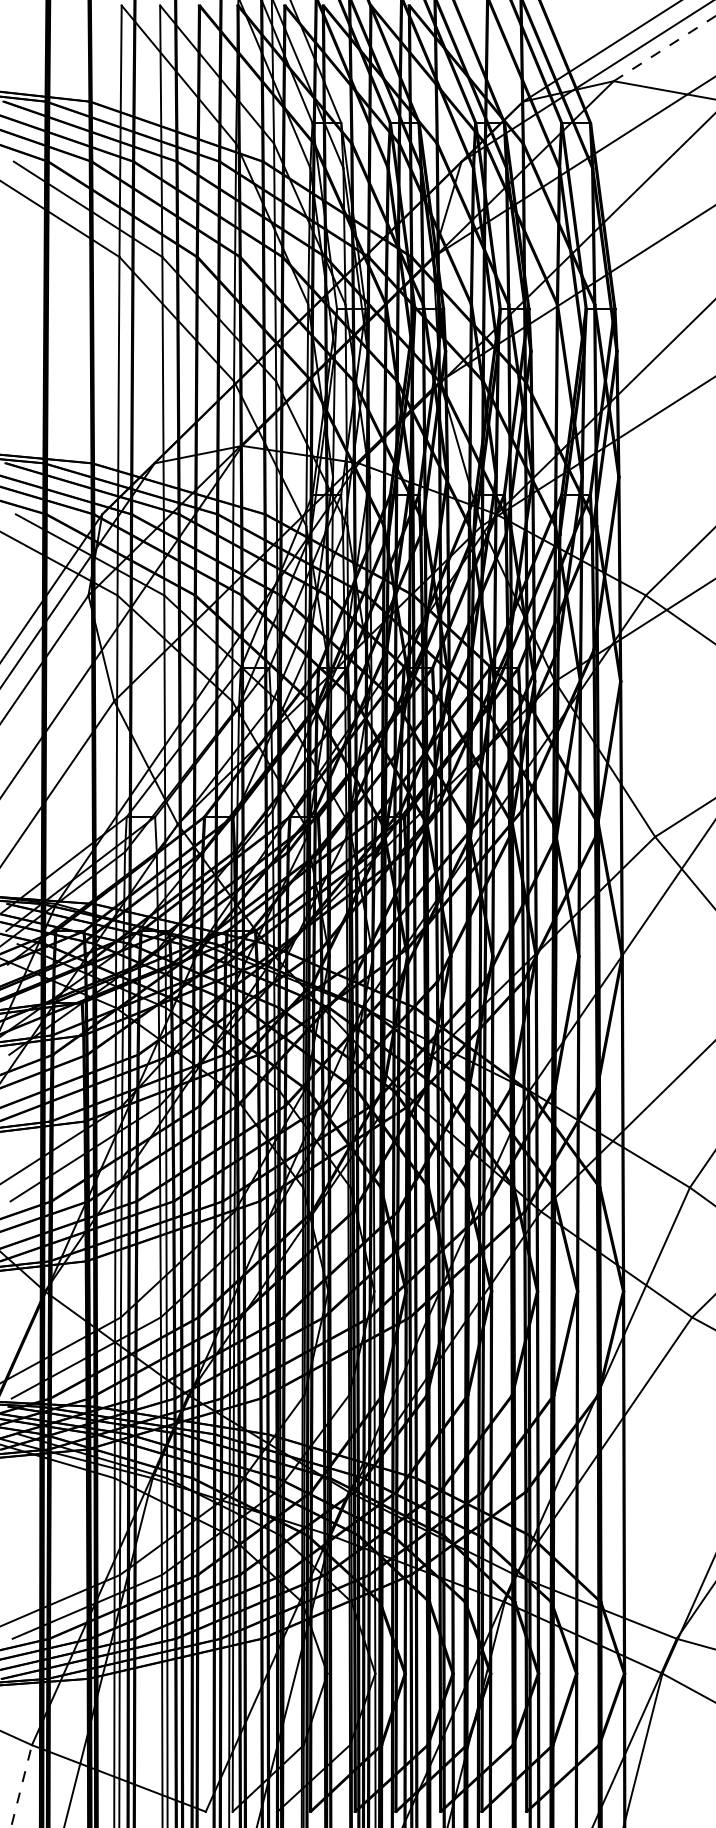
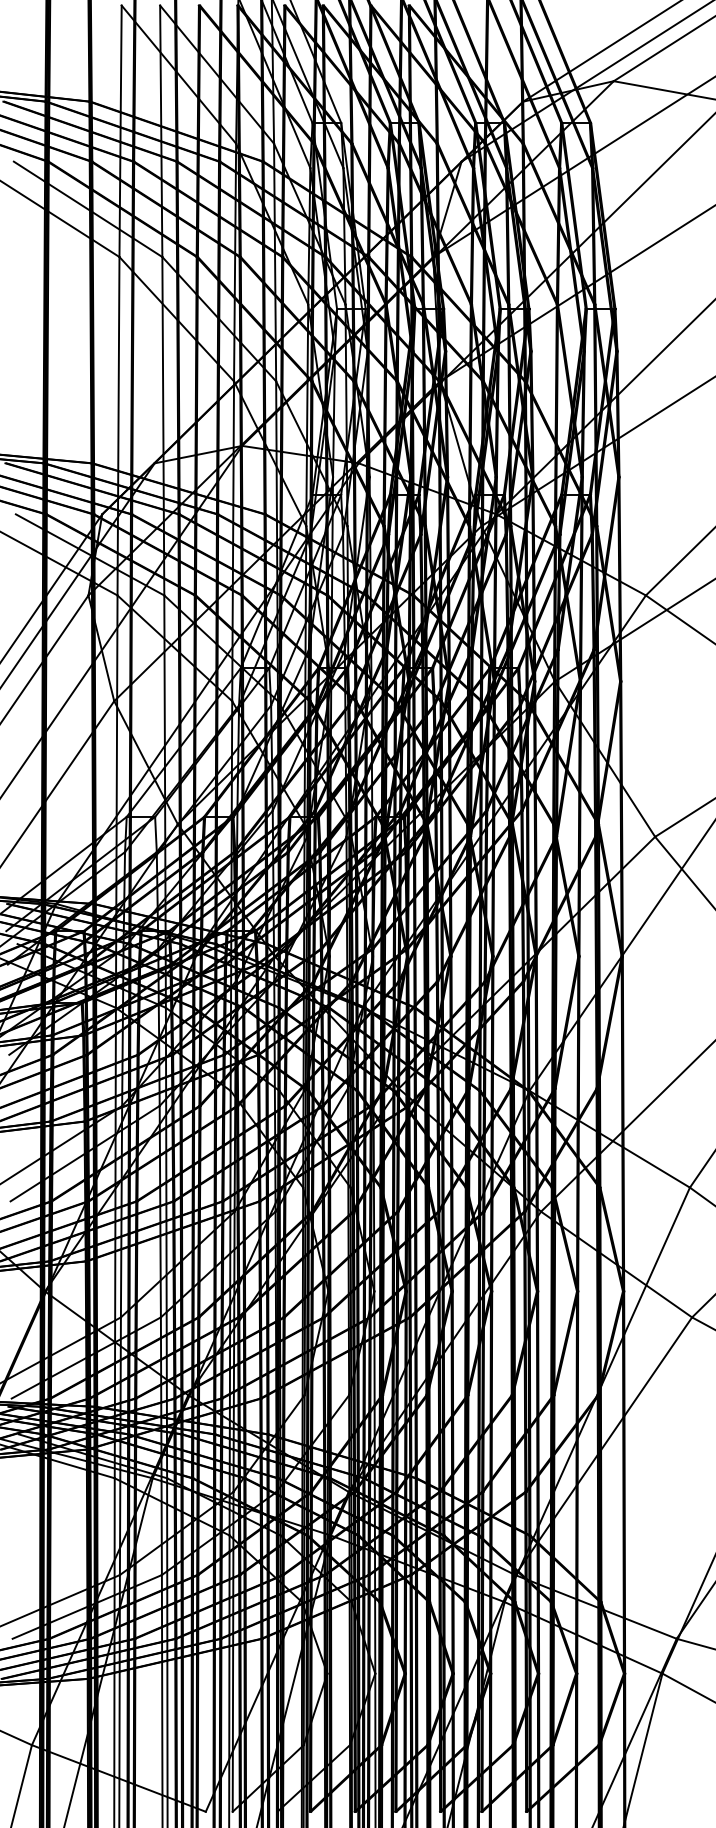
line at (665, 48): dashed -> solid
line at (21, 1785): dashed -> solid
